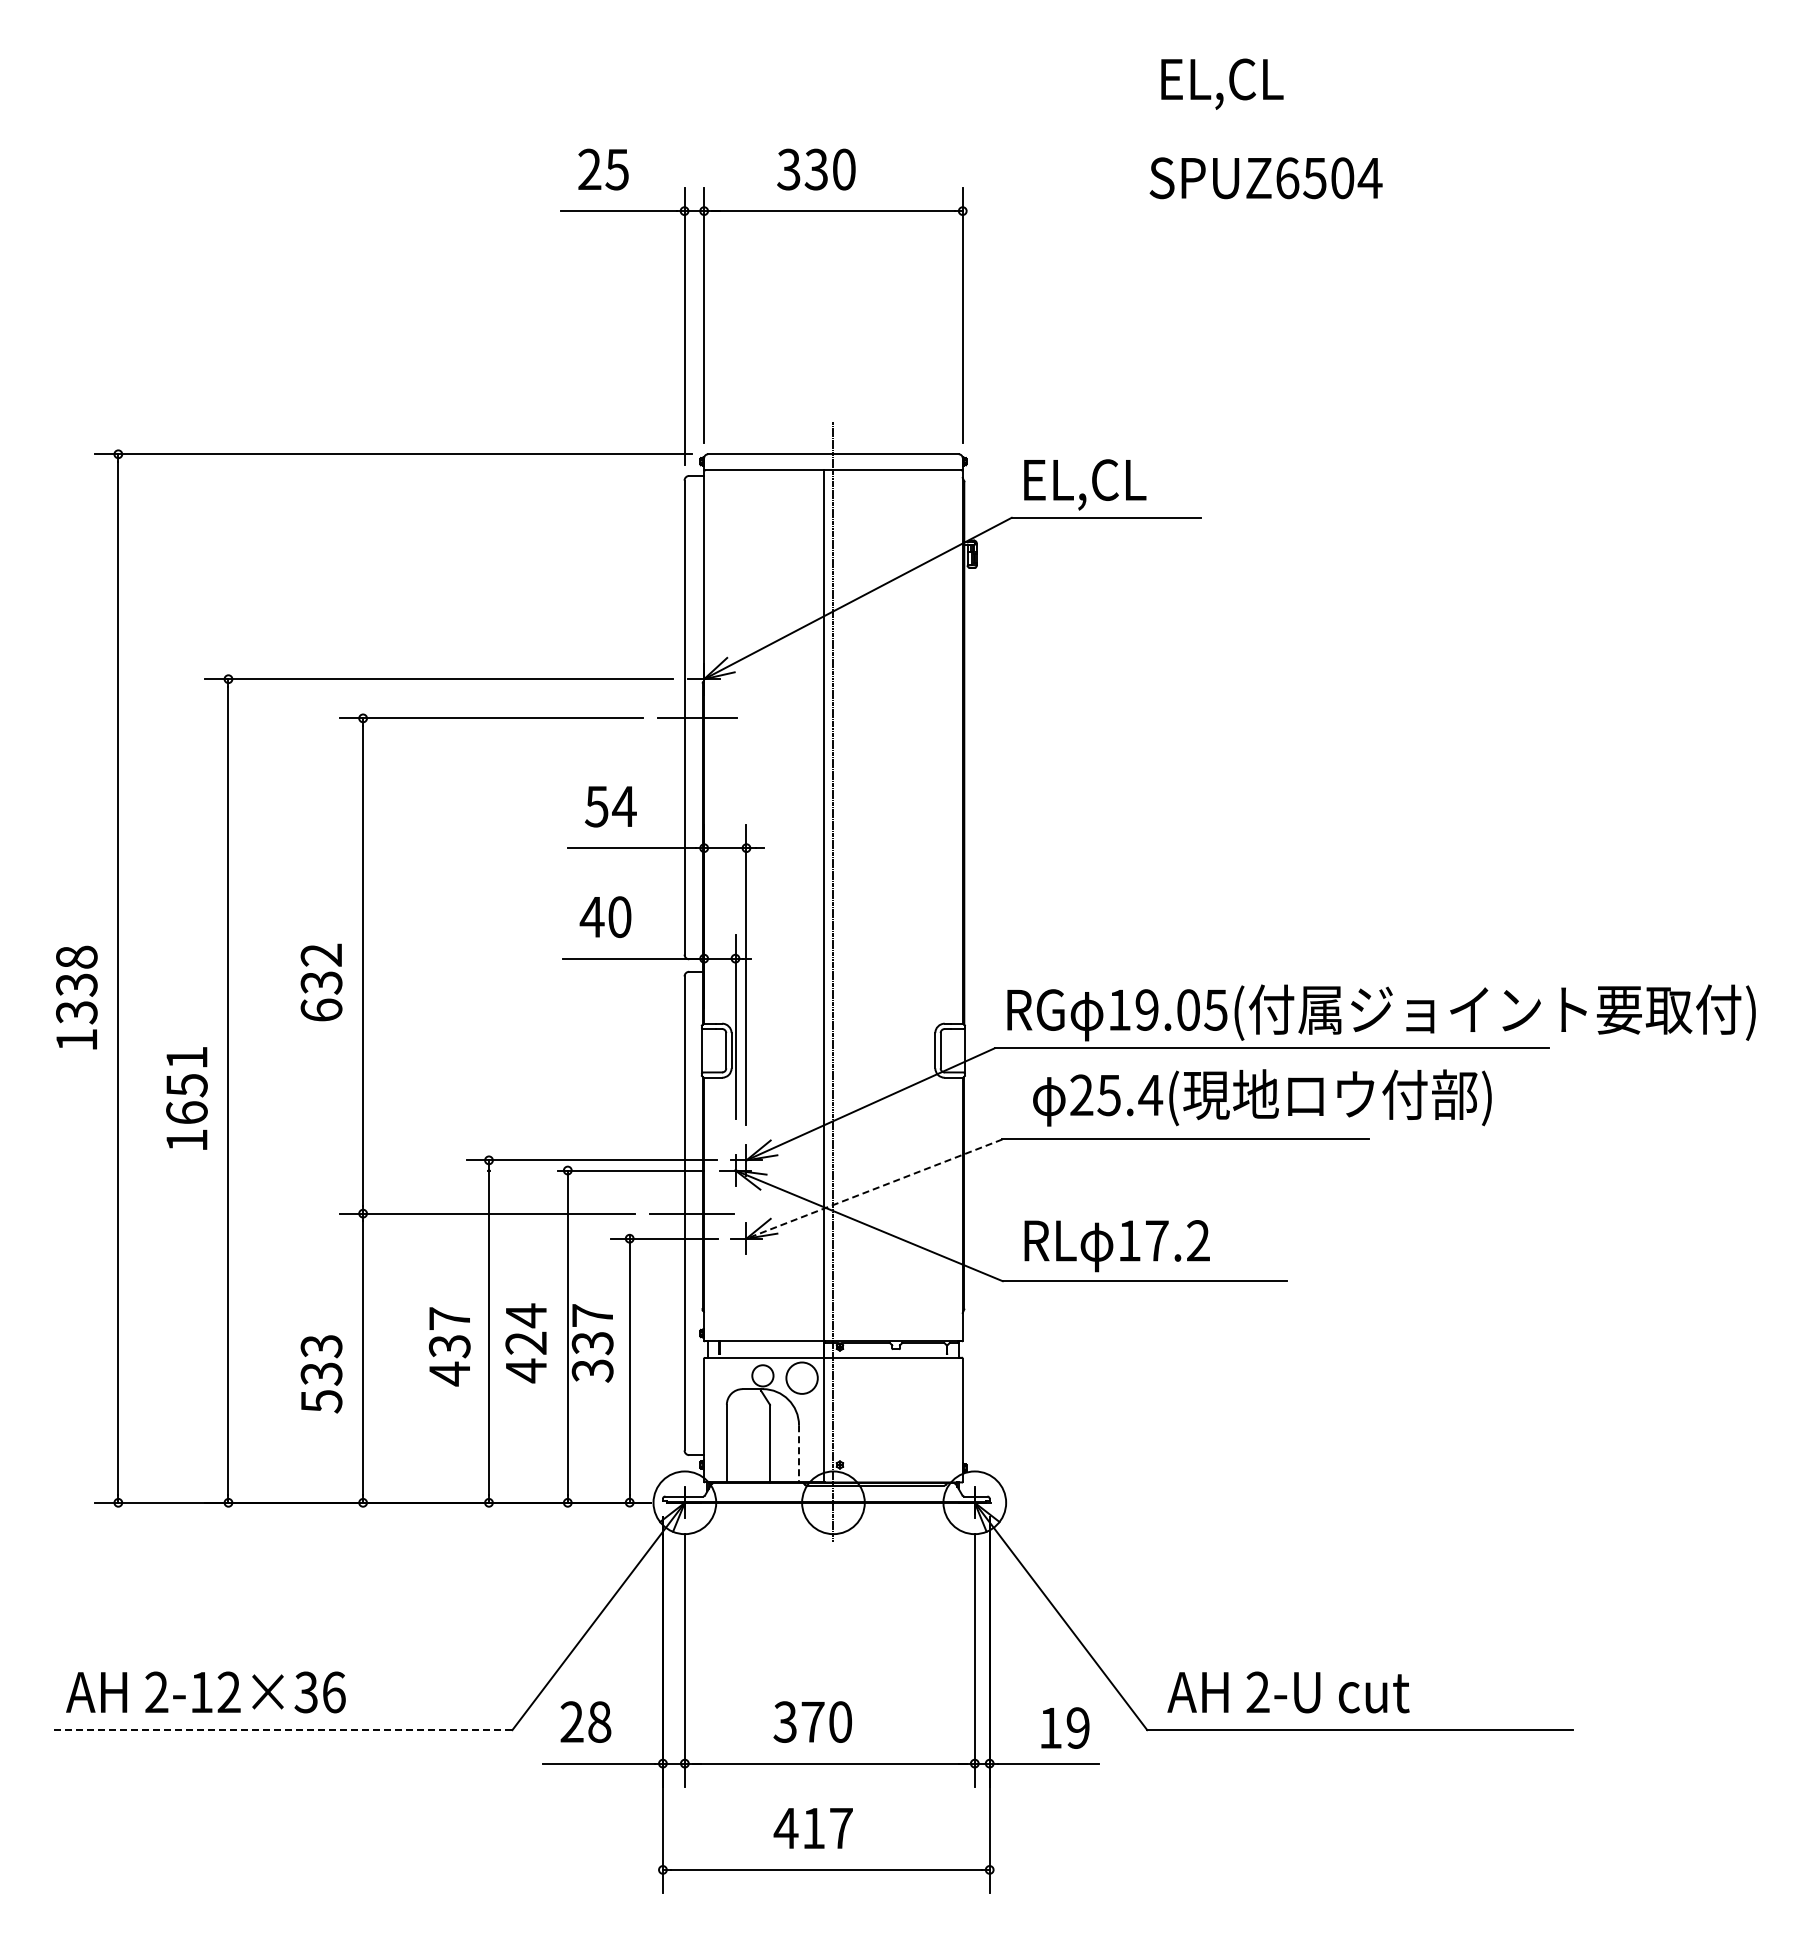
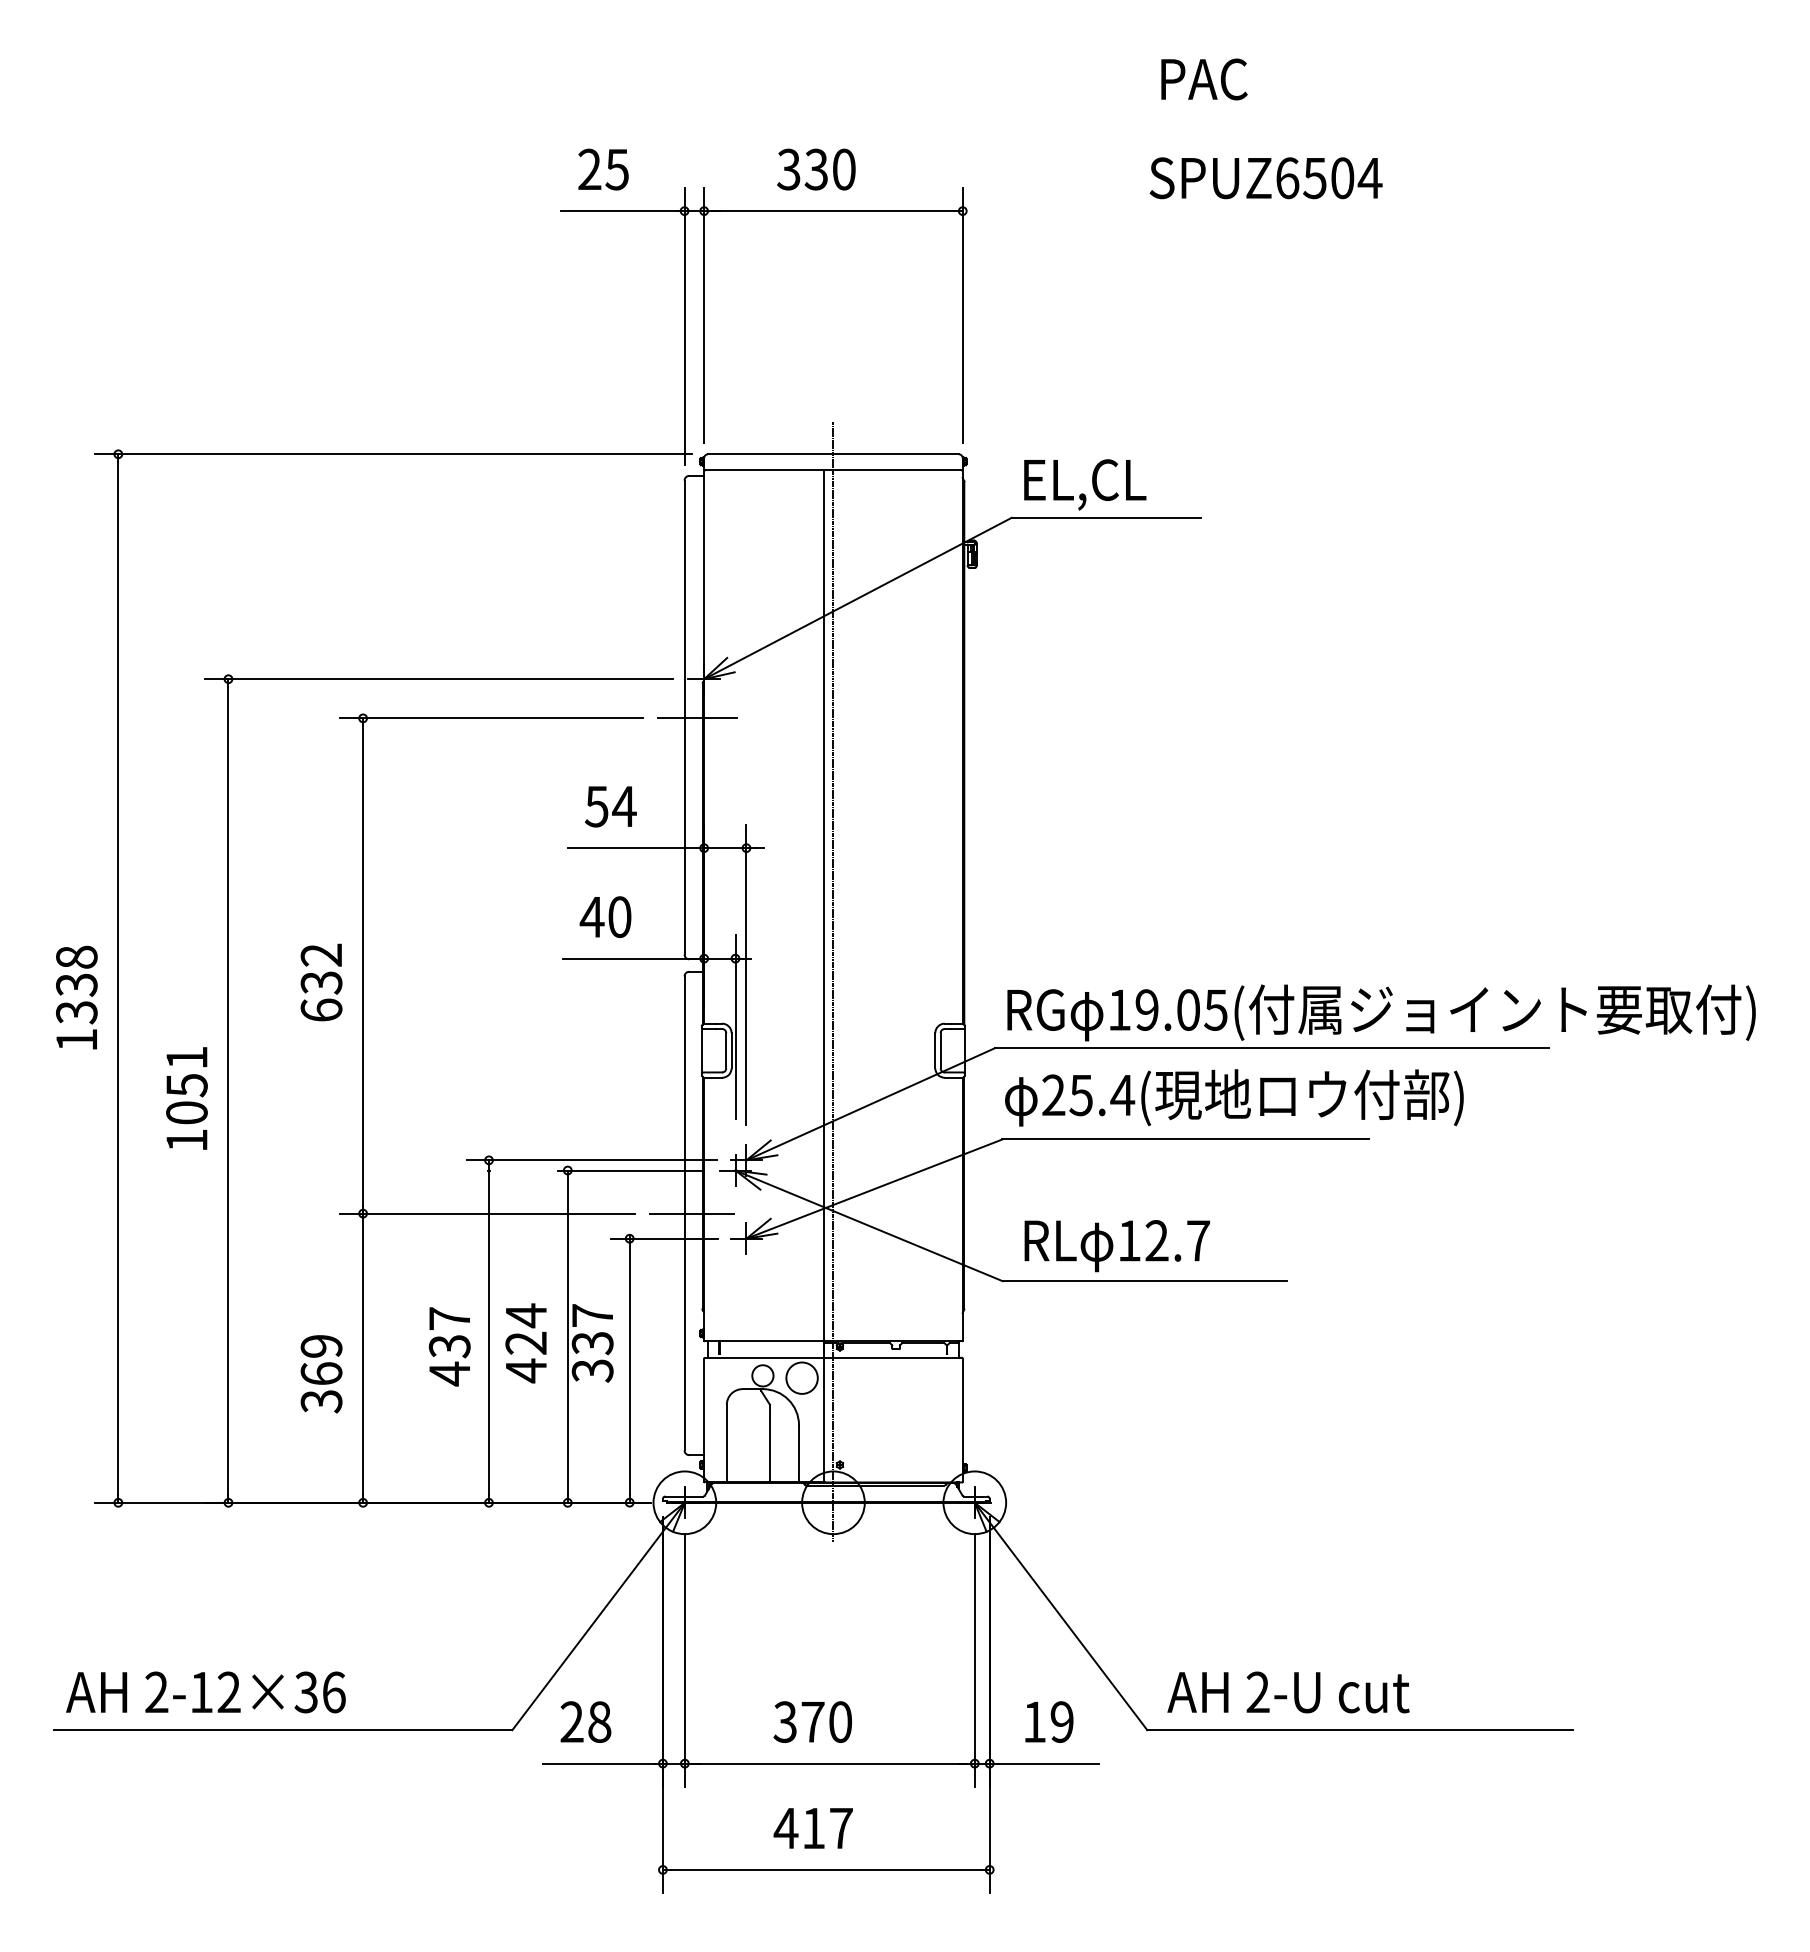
text at (1224, 83): EL,CL -> PAC
text at (1262, 1097) position: (1262, 1097) -> (1234, 1097)
text at (186, 1112): 1651 -> 1051
line at (873, 1189): dashed -> solid
text at (1177, 1240): 17.2 -> 12.7
text at (321, 1374): 533 -> 369
line at (798, 1453): dashed -> solid
text at (1065, 1727) position: (1065, 1727) -> (1049, 1721)
line at (283, 1730): dashed -> solid
